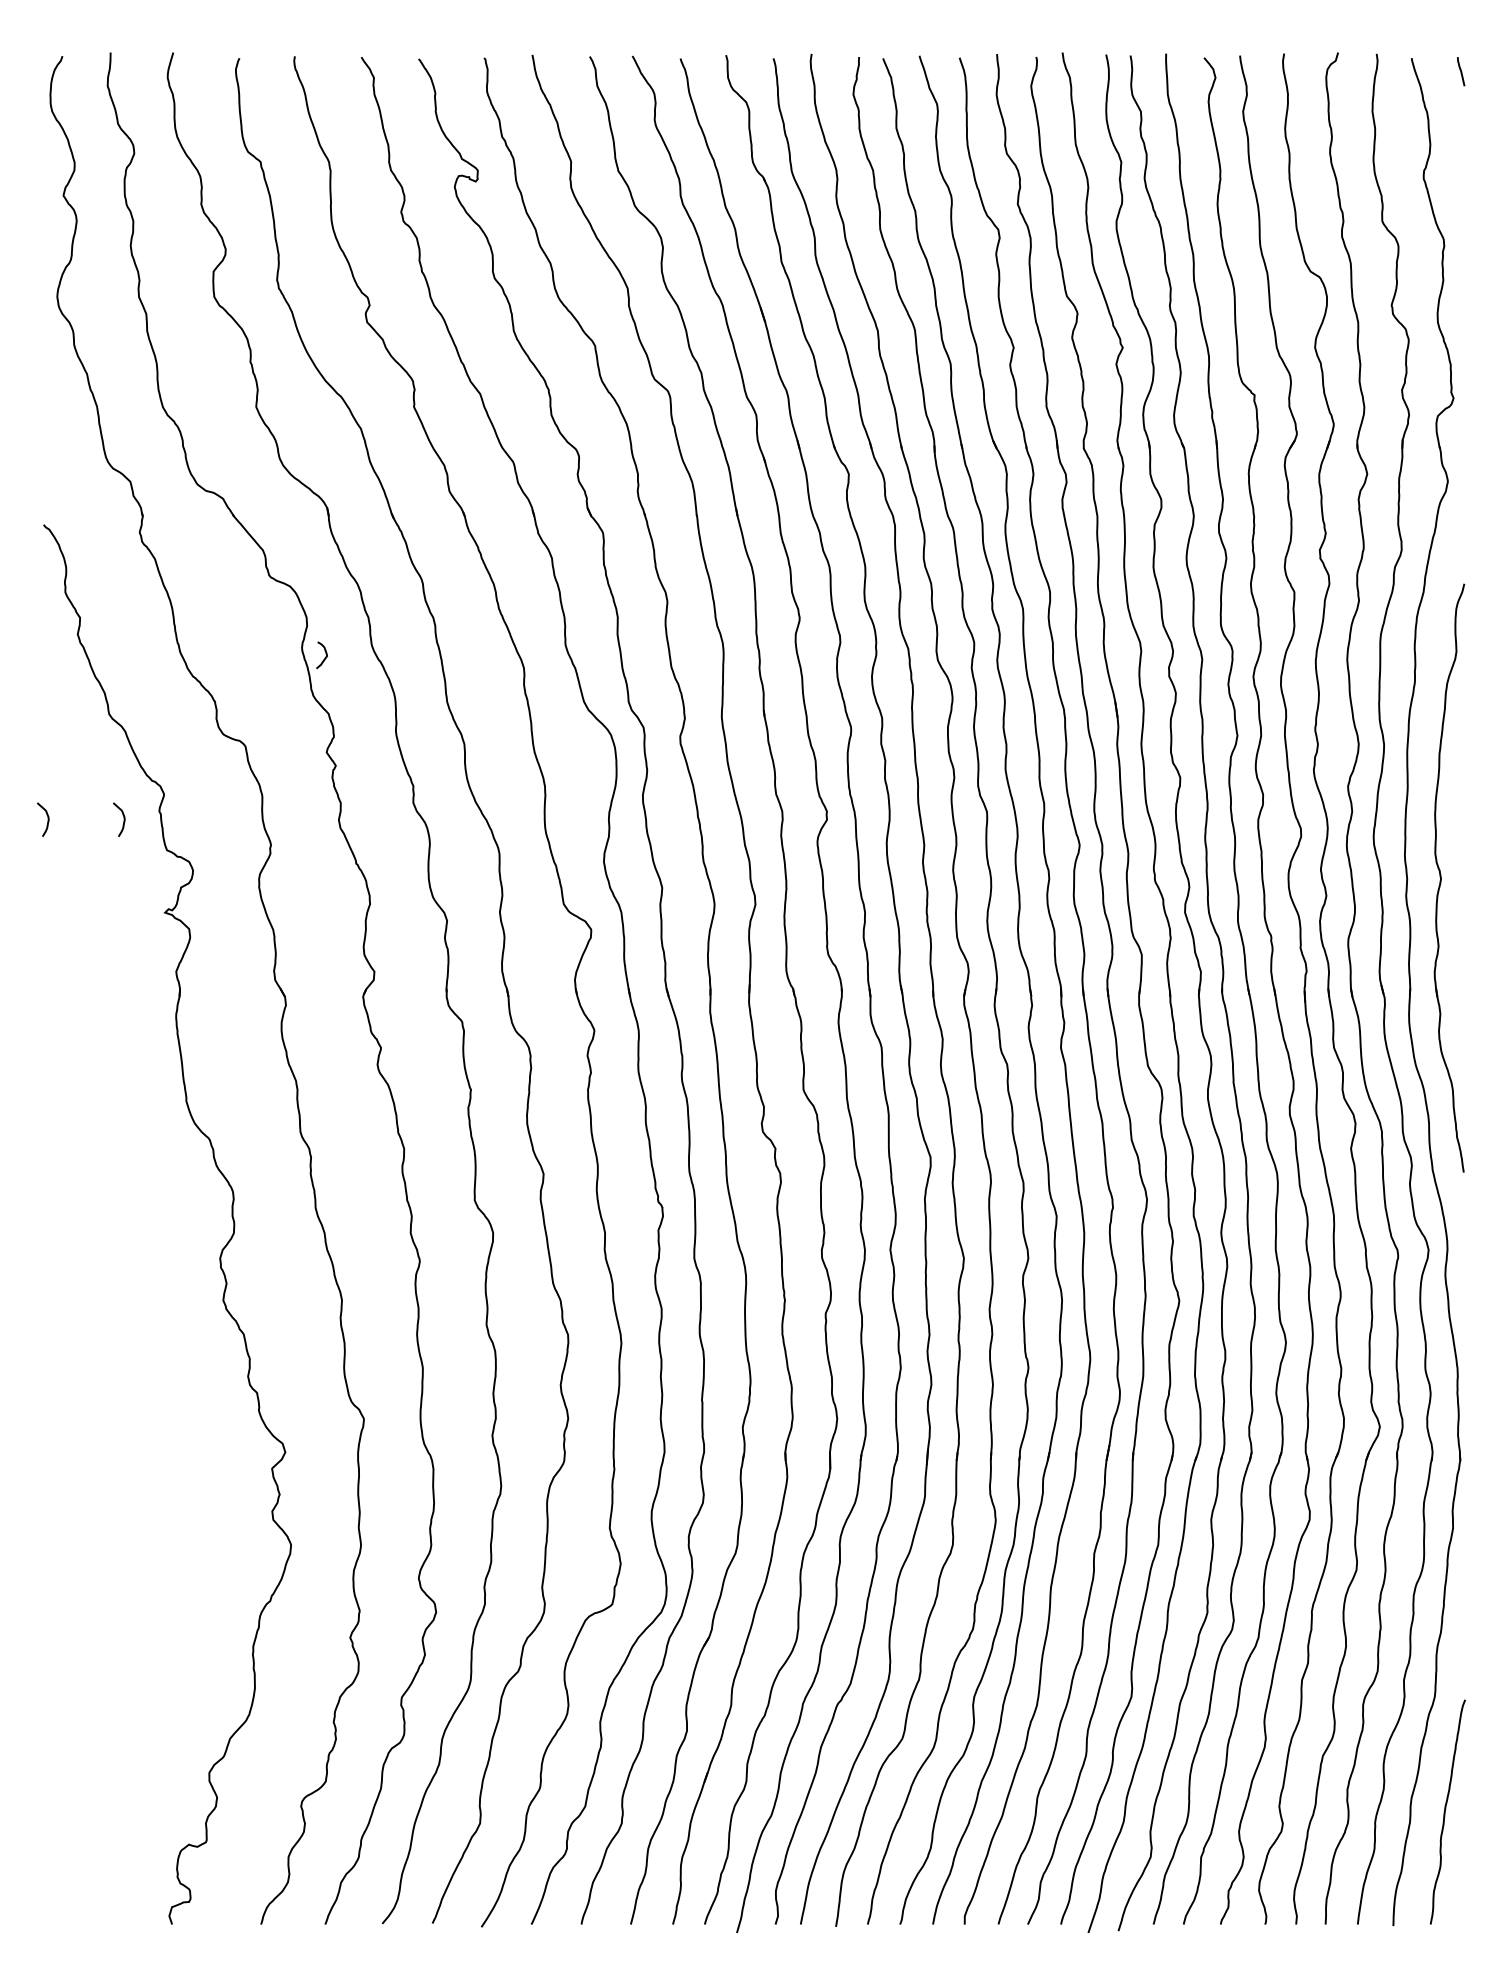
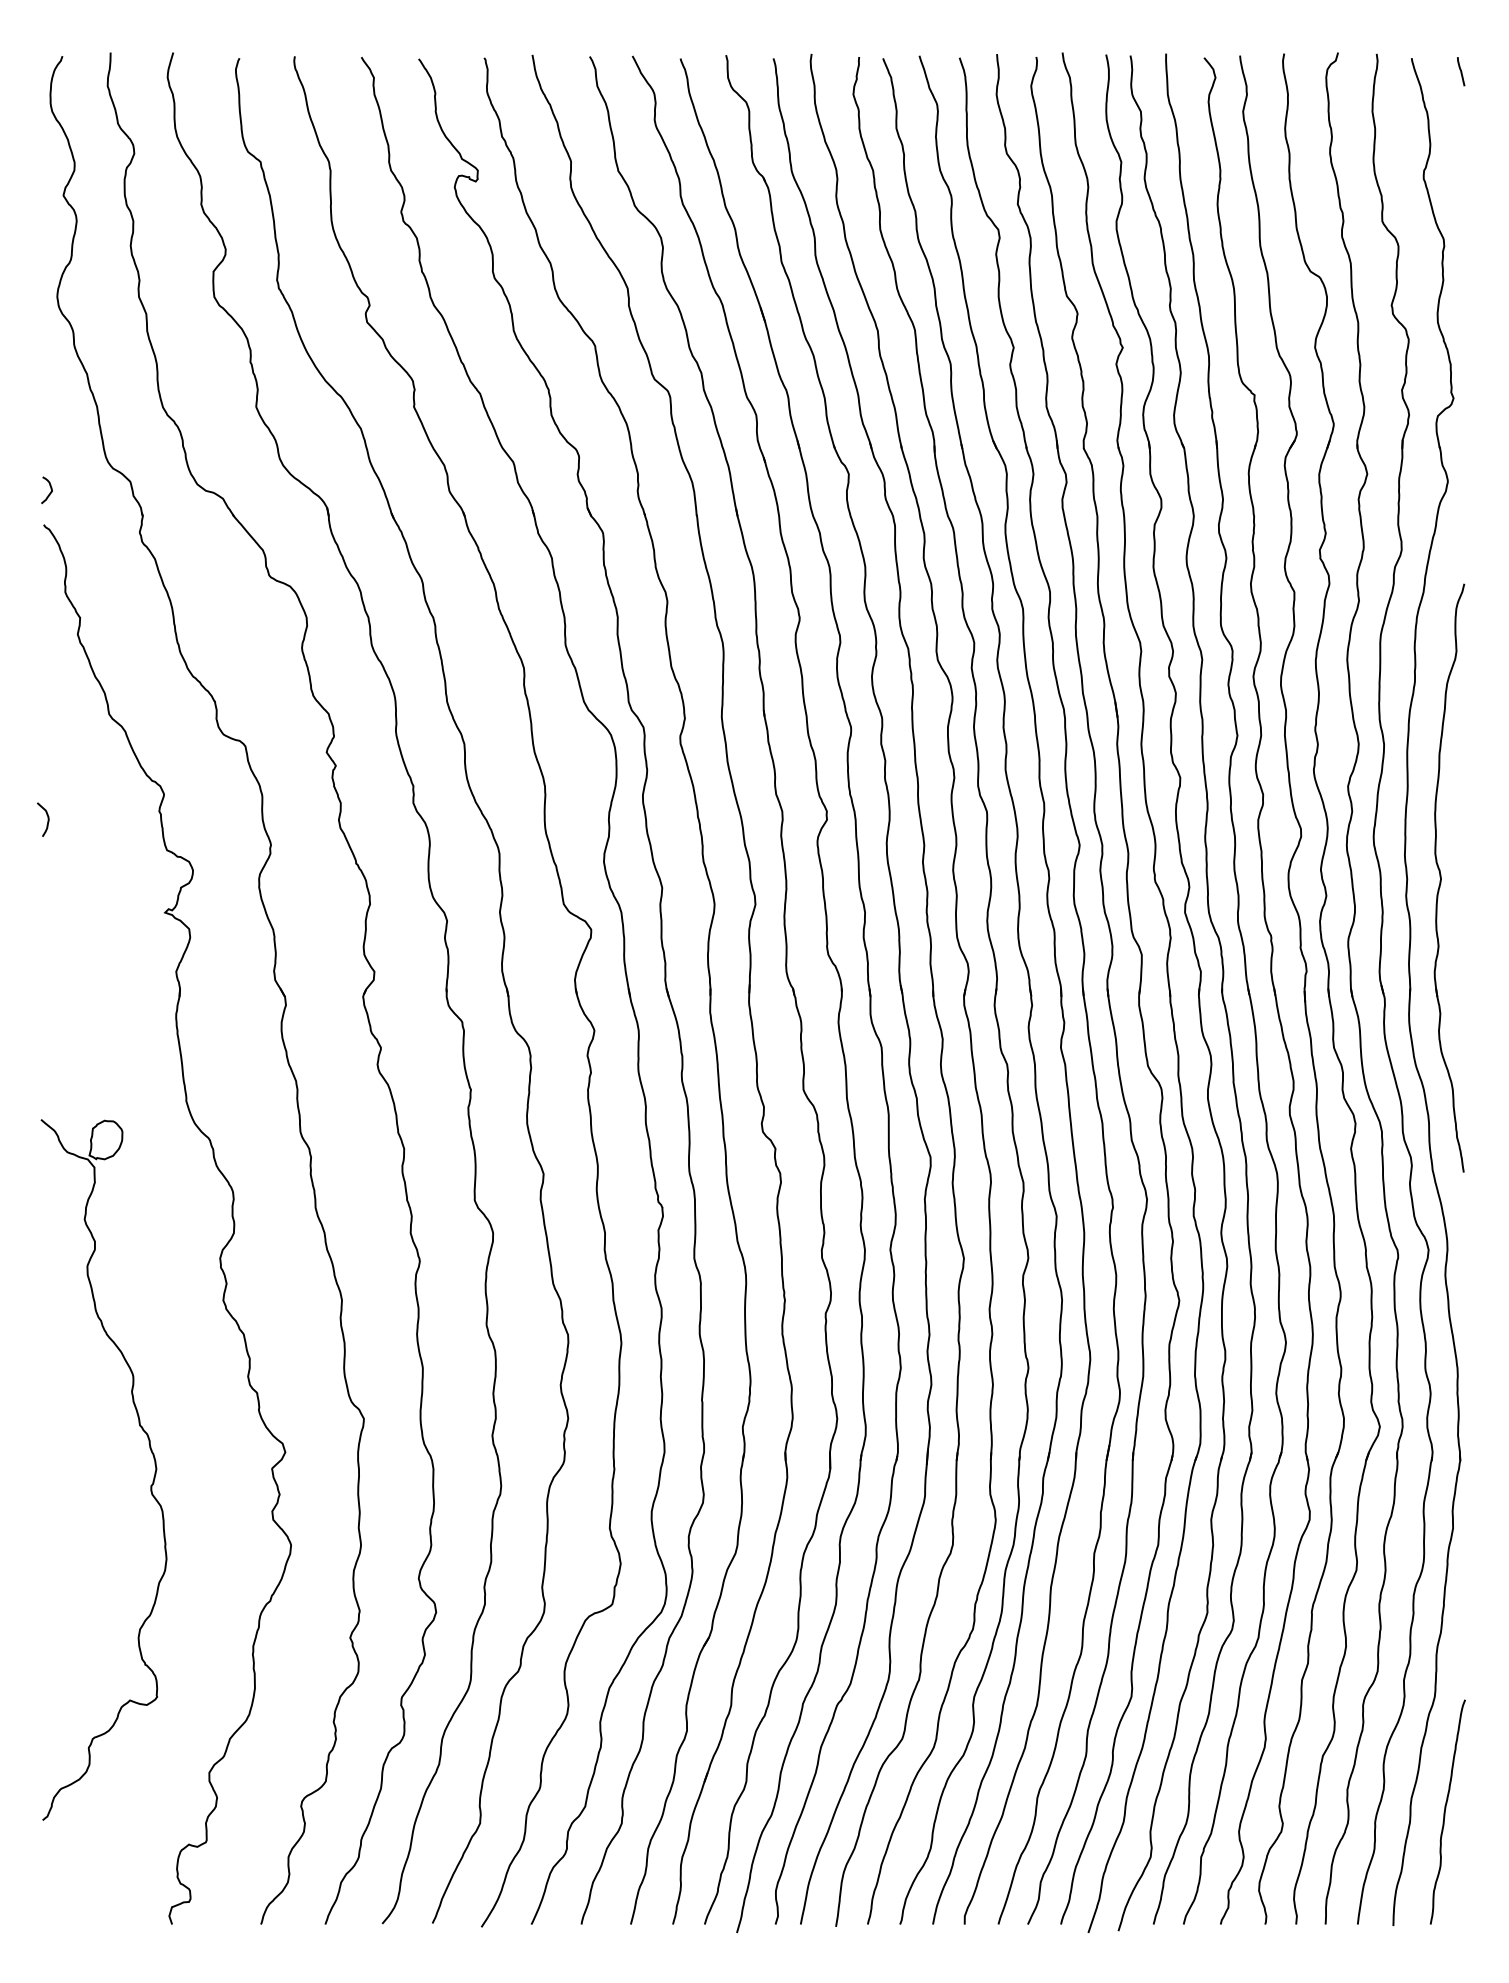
curve at (324, 657) position: (324, 657) -> (49, 492)
curve at (123, 819): present -> none
part at (150, 1485): none -> present
